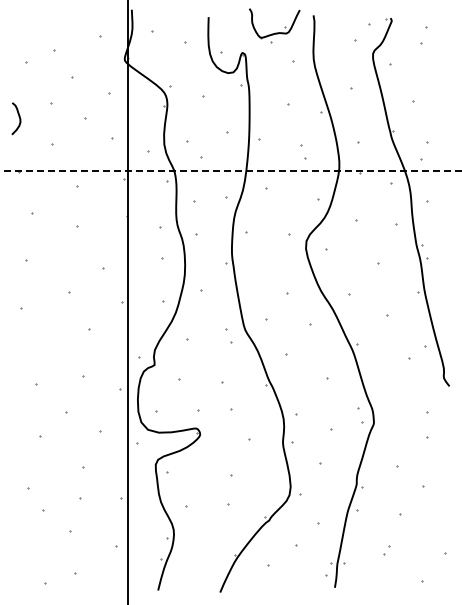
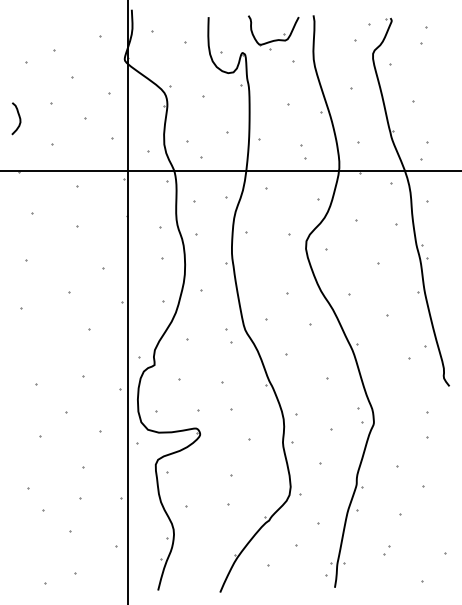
part at (275, 32) position: (275, 32) -> (274, 39)
line at (231, 171): dashed -> solid
